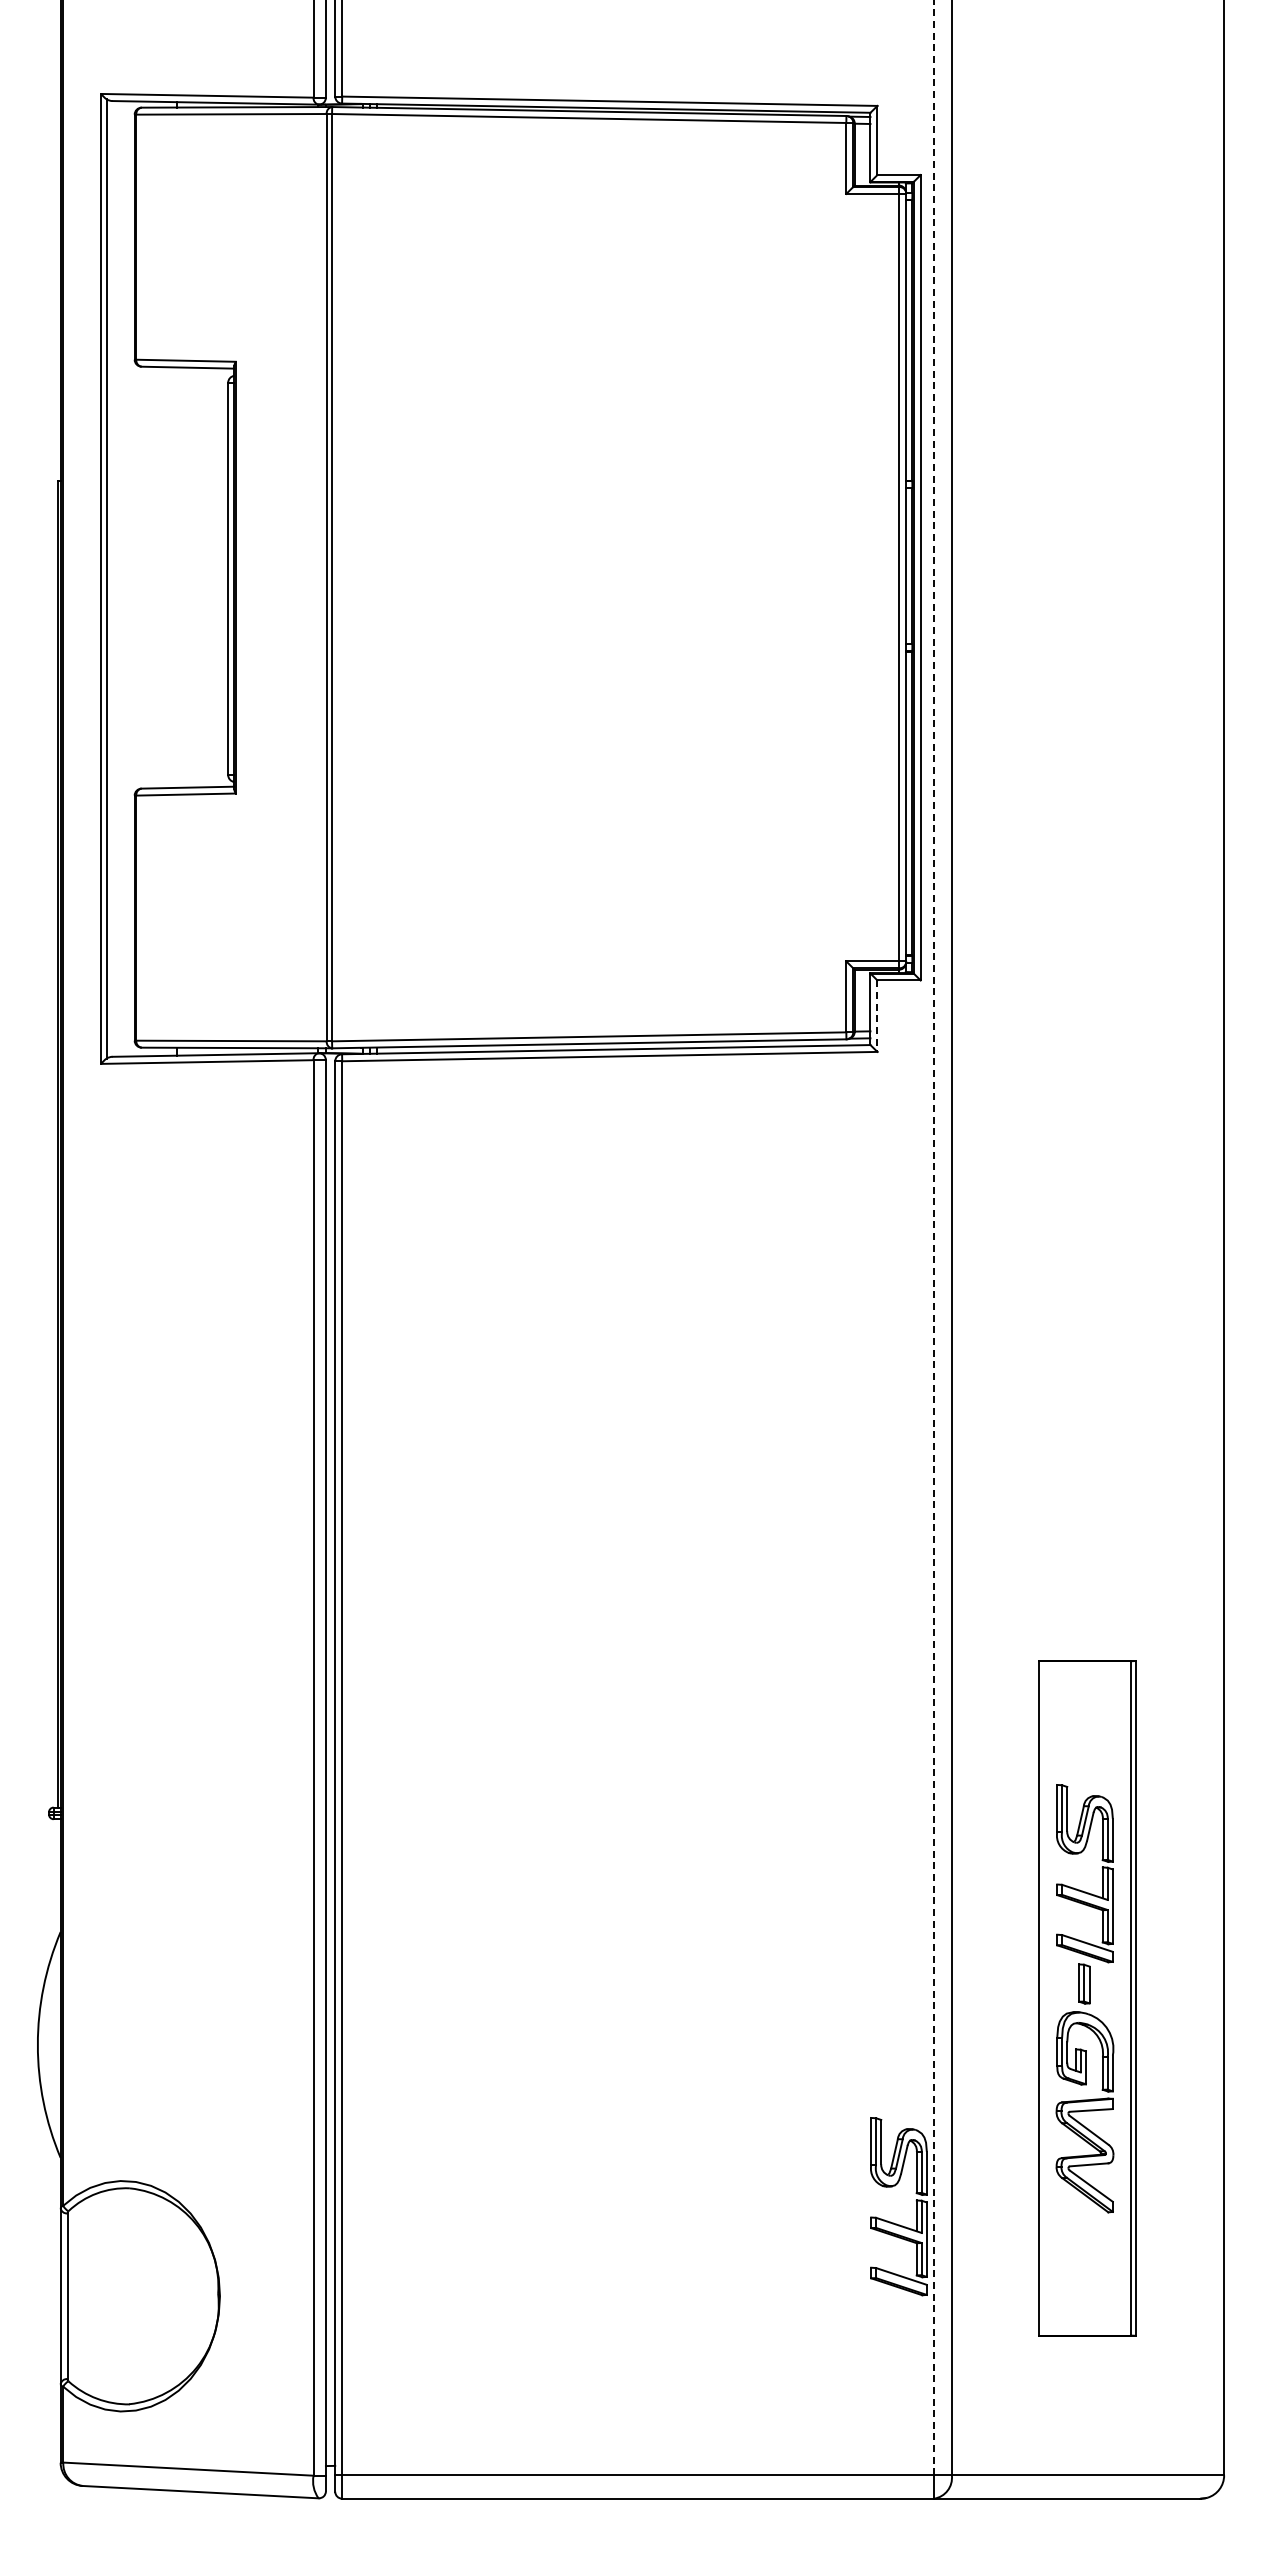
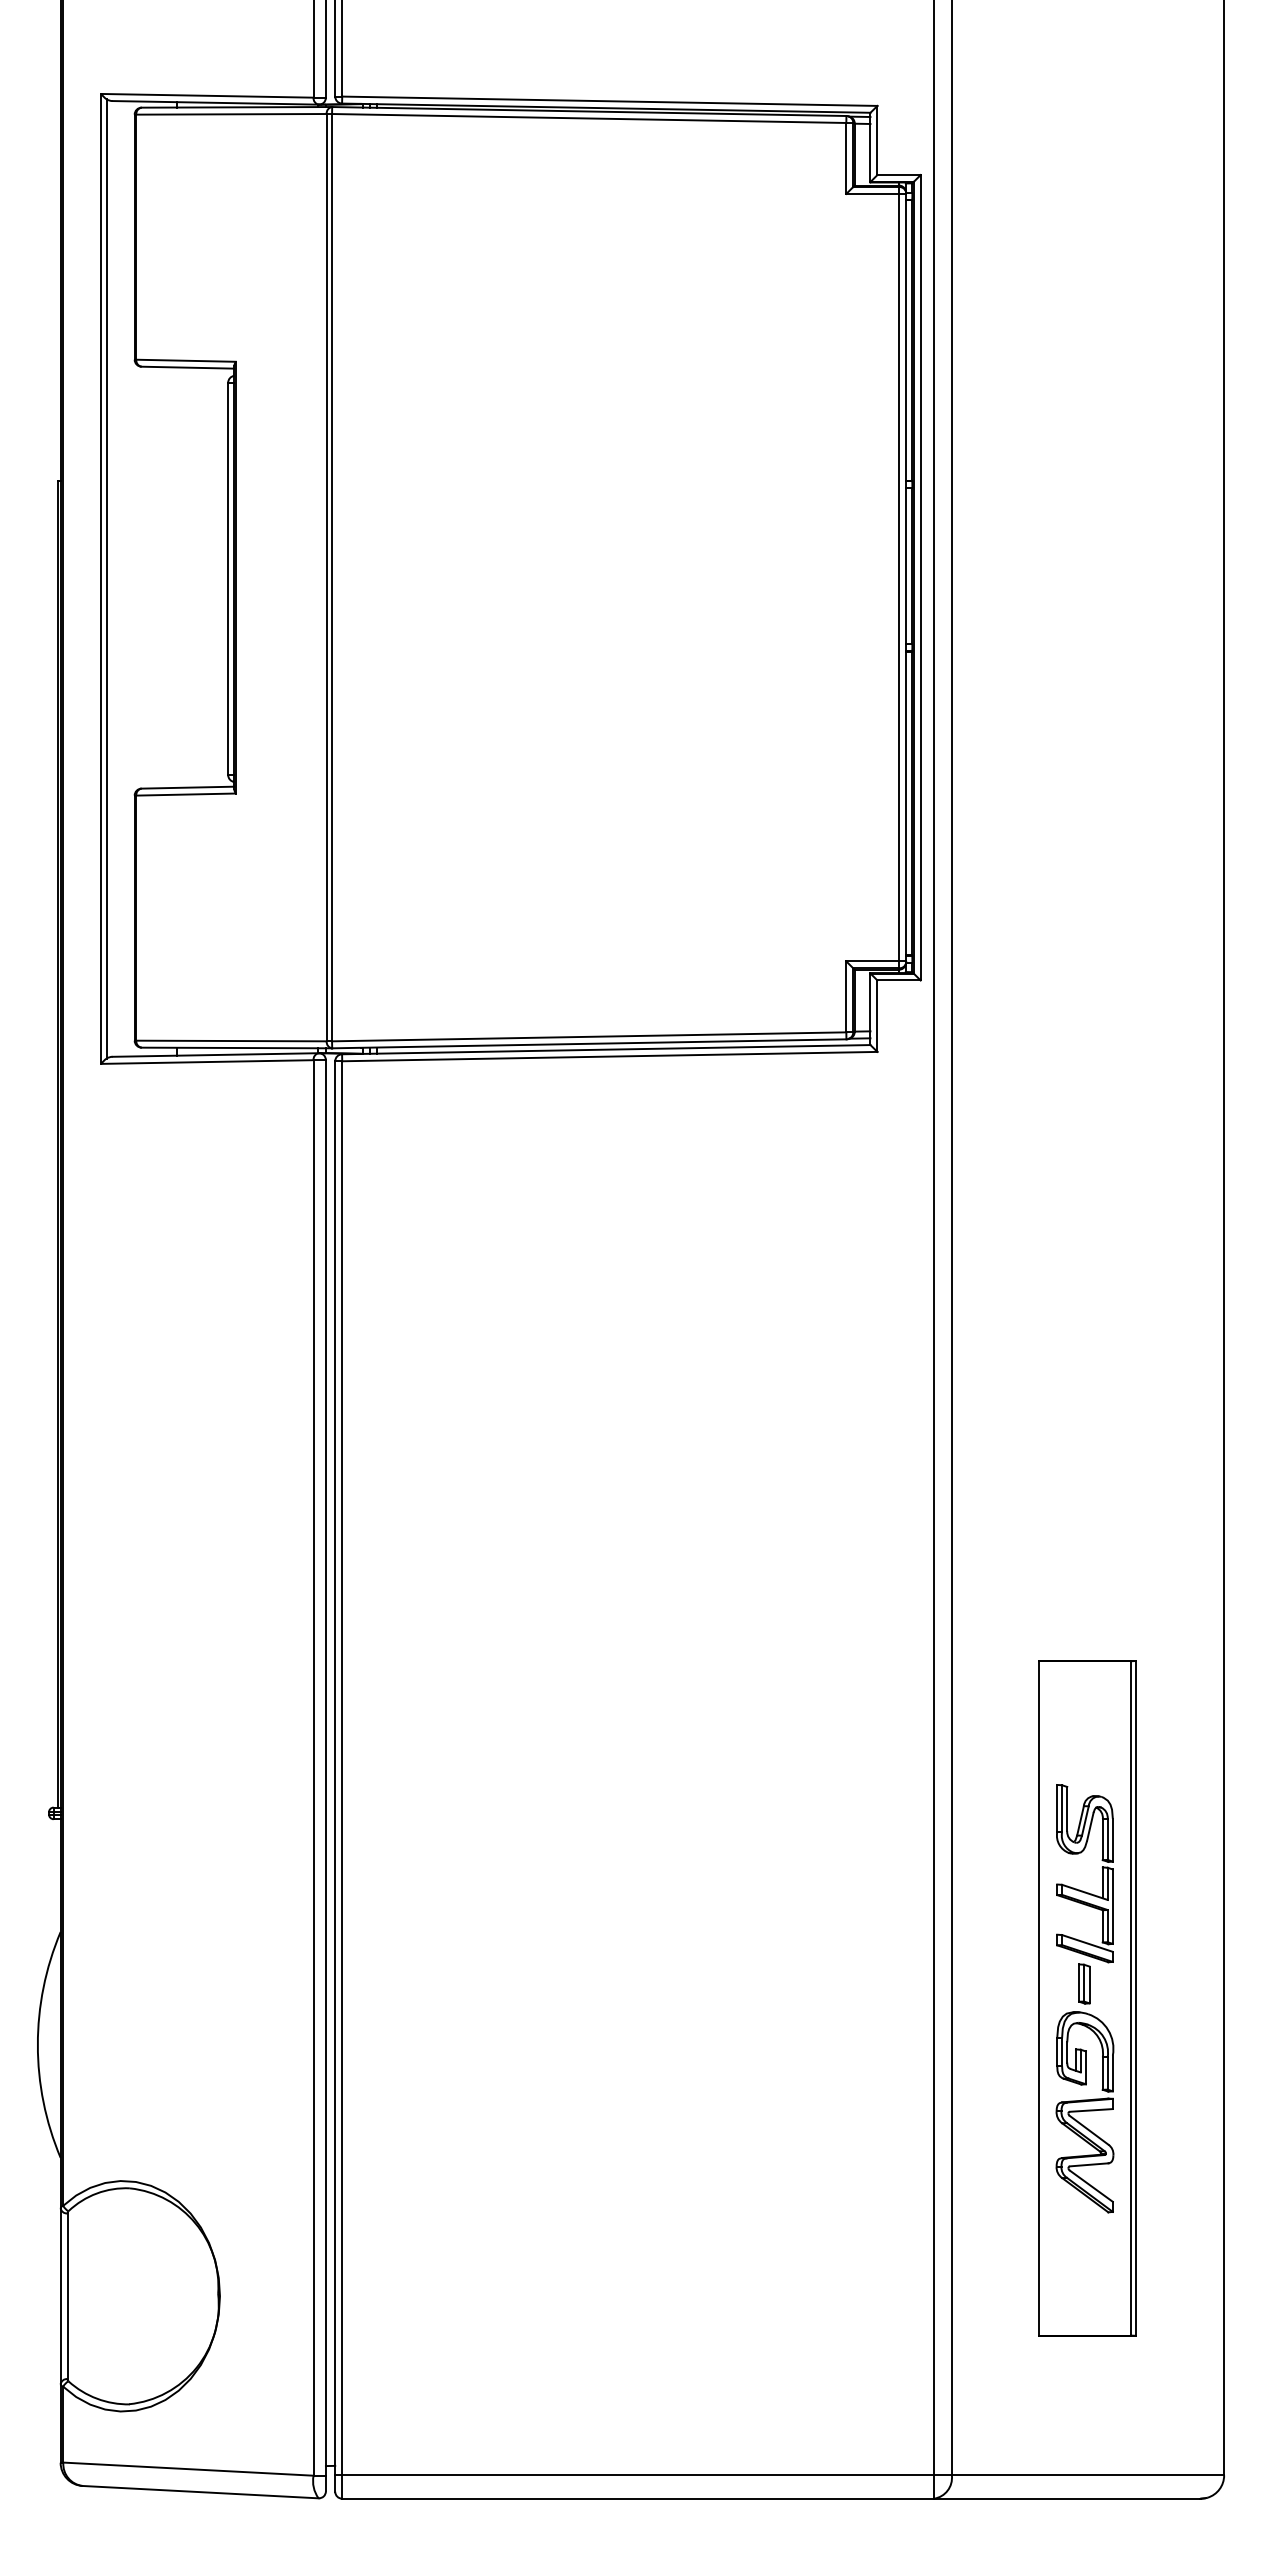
line at (877, 1016): dashed -> solid
line at (934, 1237): dashed -> solid
part at (893, 2222): present -> none
